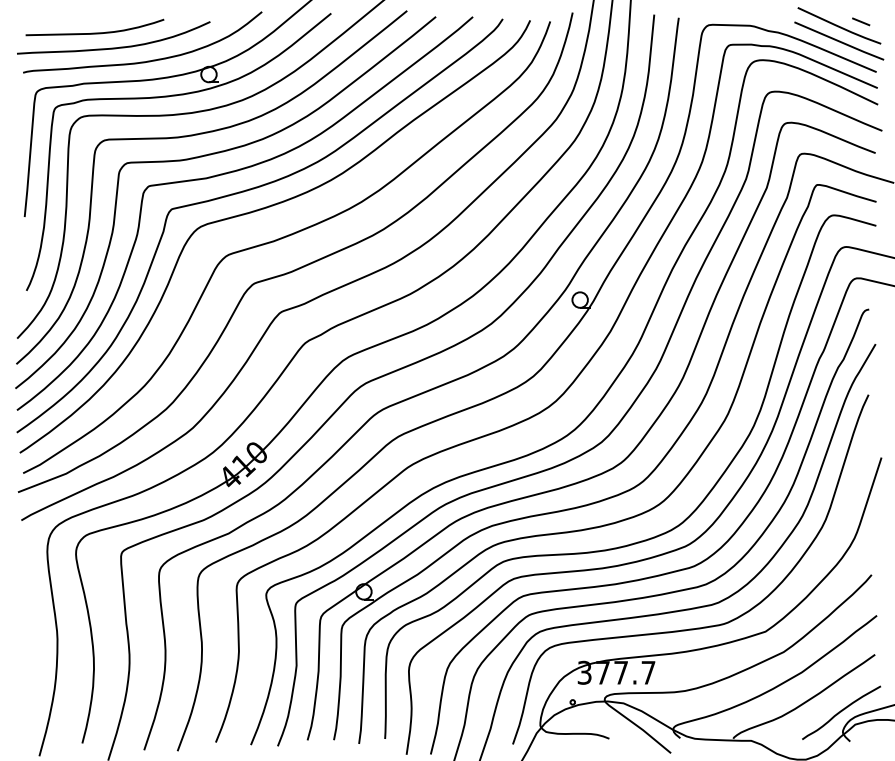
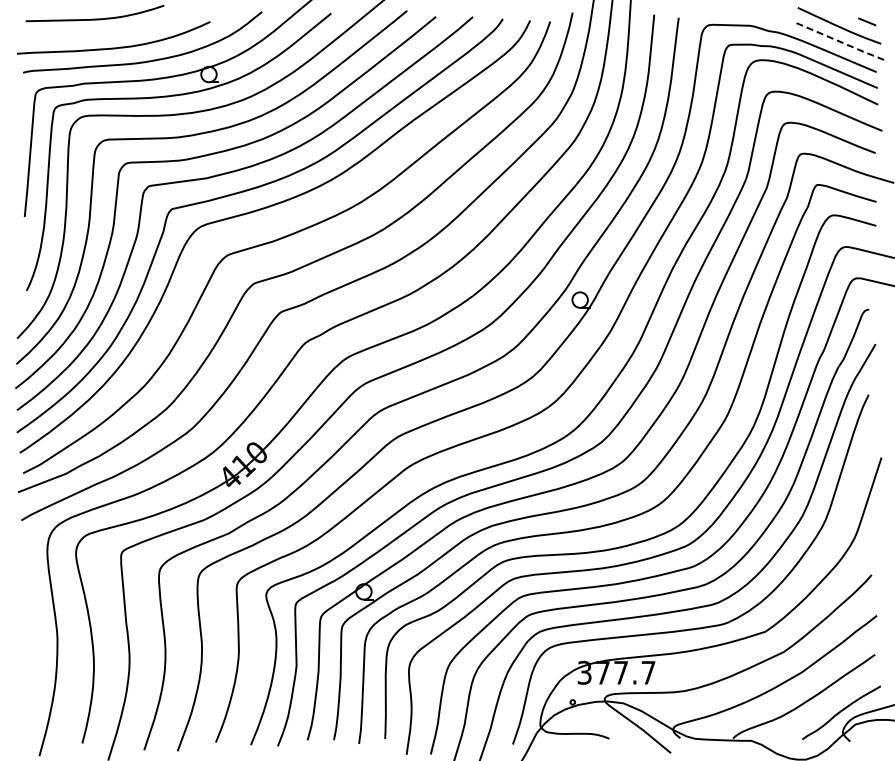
line at (861, 21) position: (861, 21) -> (867, 21)
curve at (94, 32) position: (94, 32) -> (94, 18)
line at (839, 41): solid -> dashed
